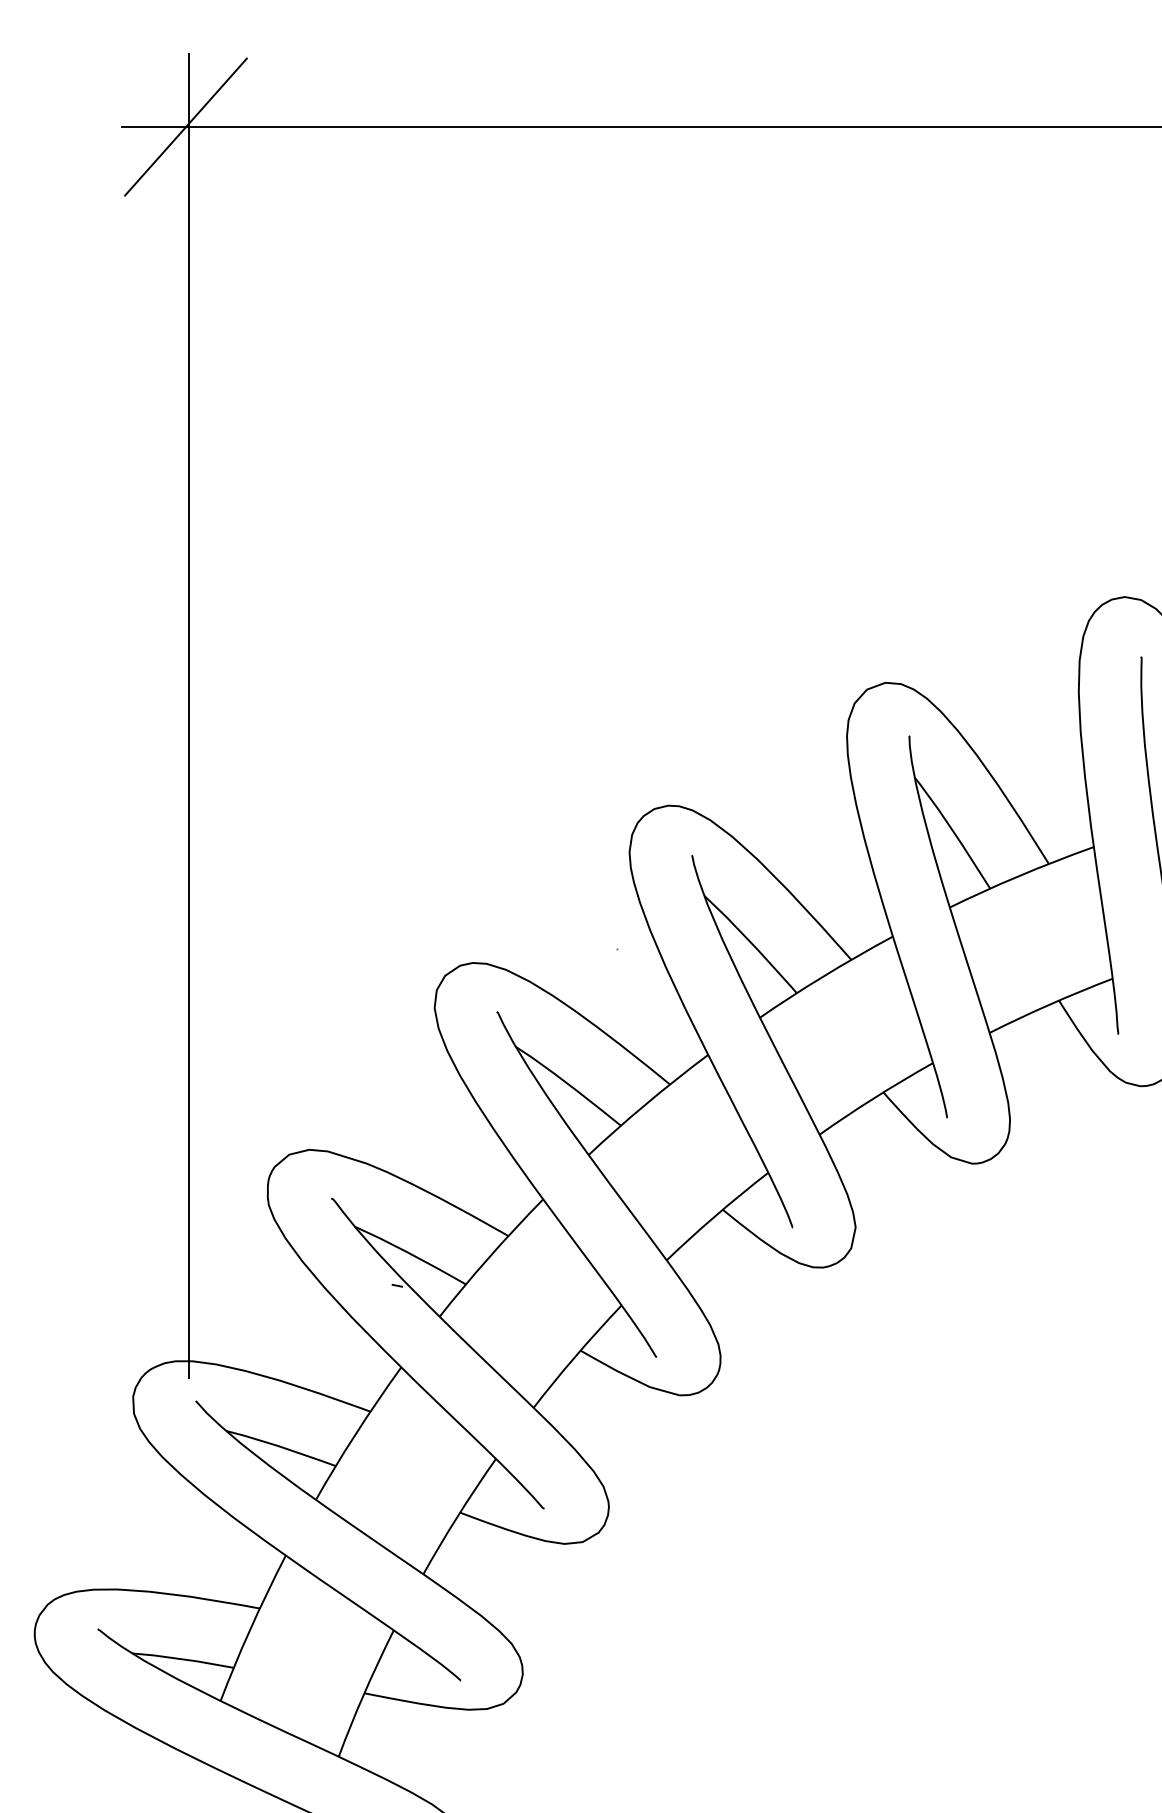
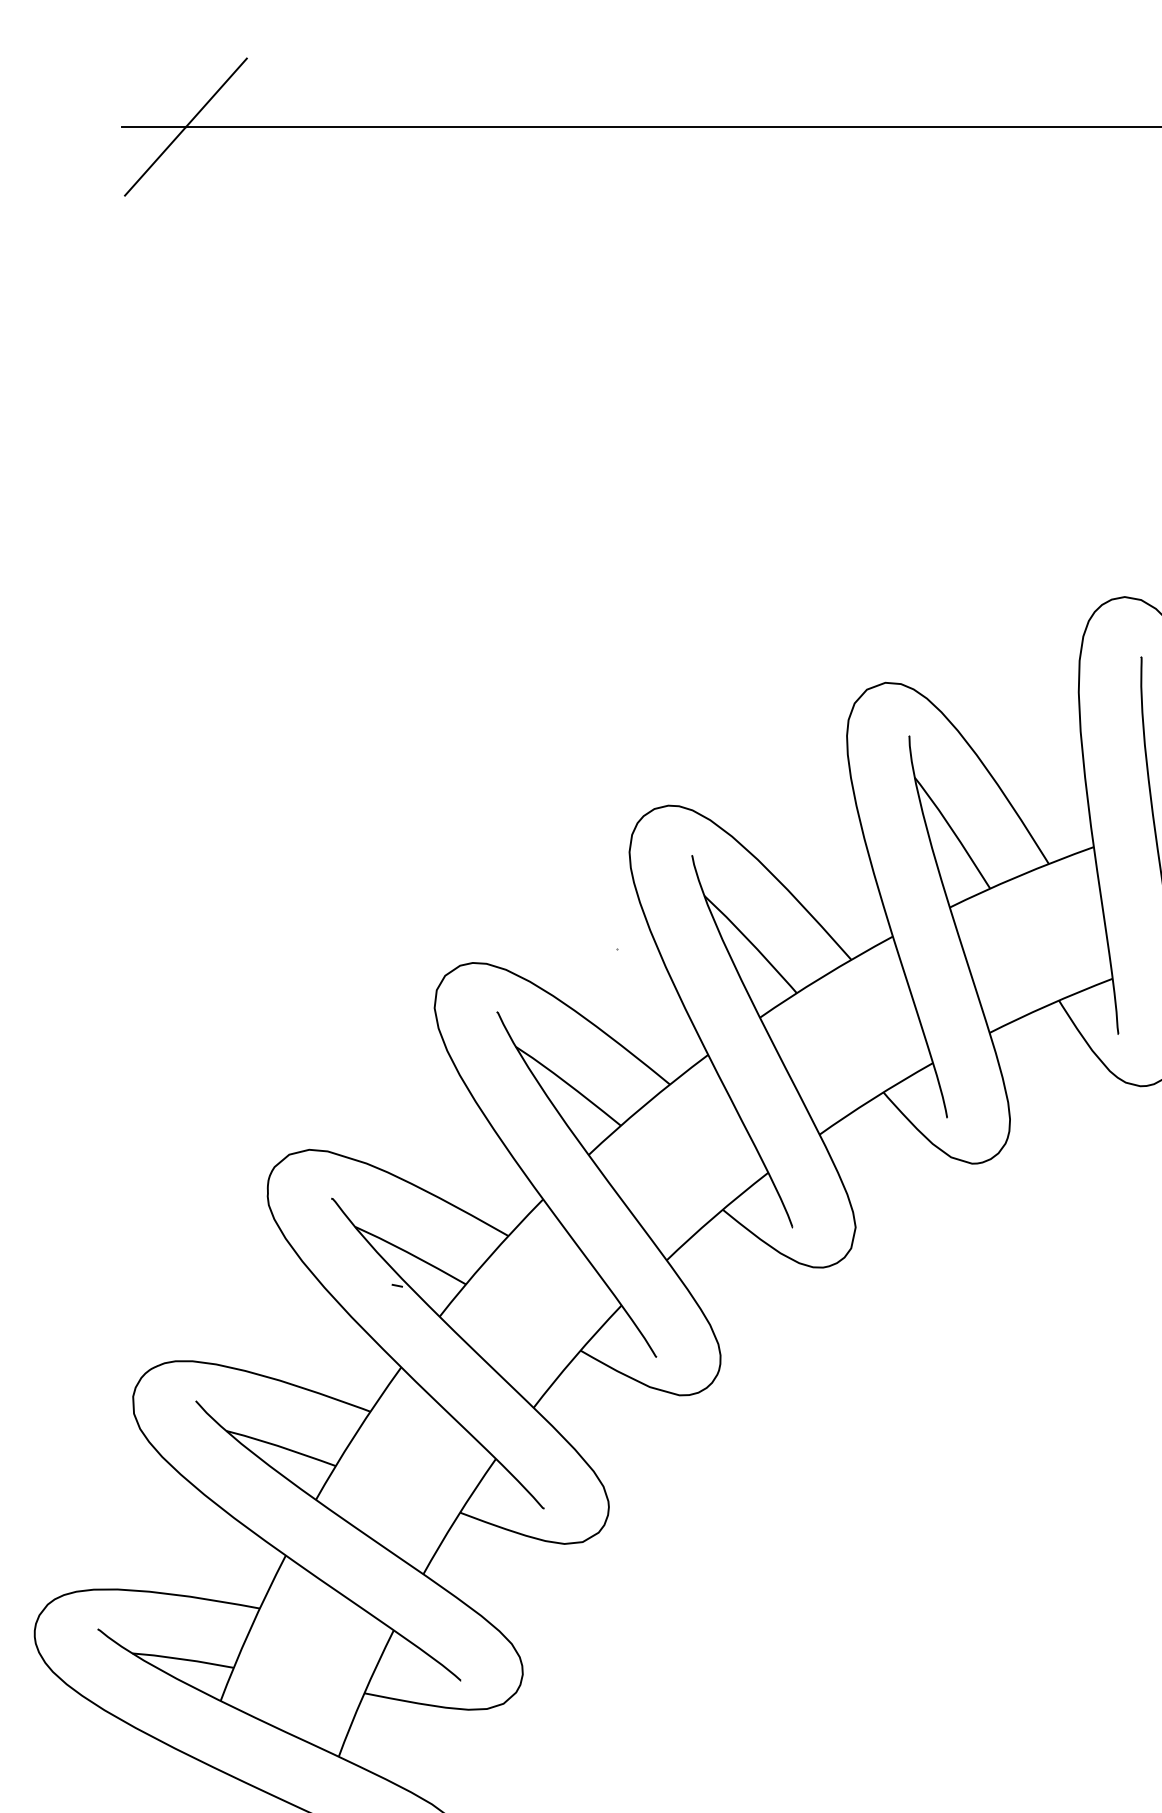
line at (189, 715): present -> none
